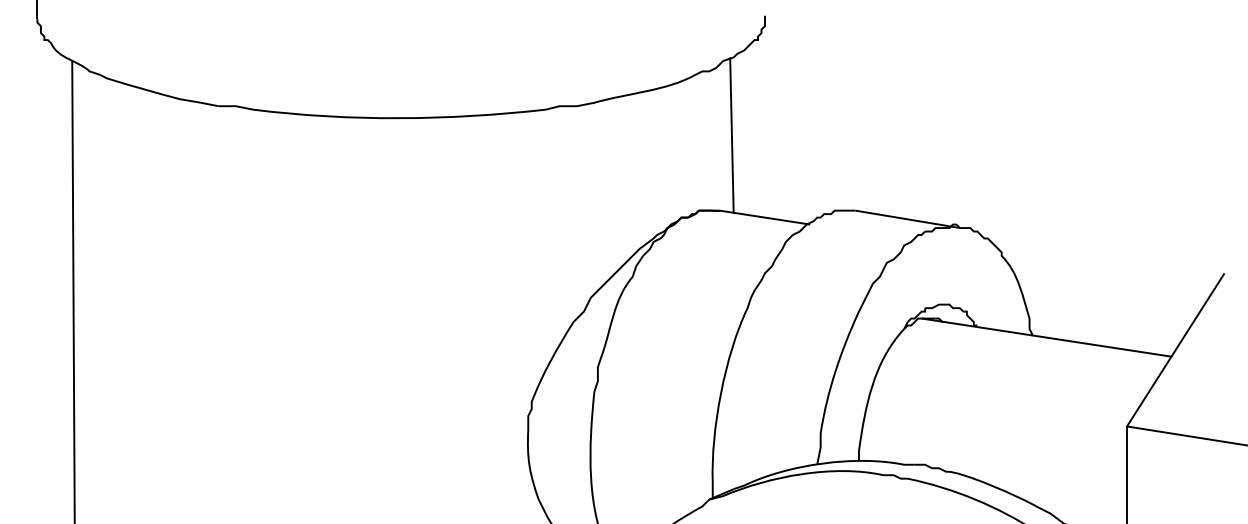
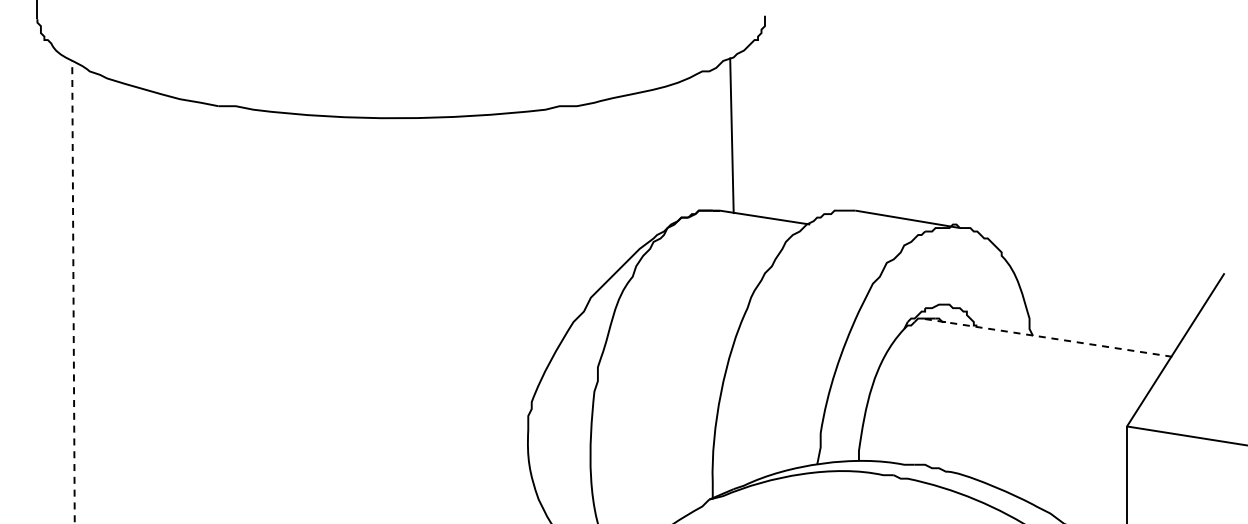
line at (73, 291): solid -> dashed
line at (1046, 337): solid -> dashed
